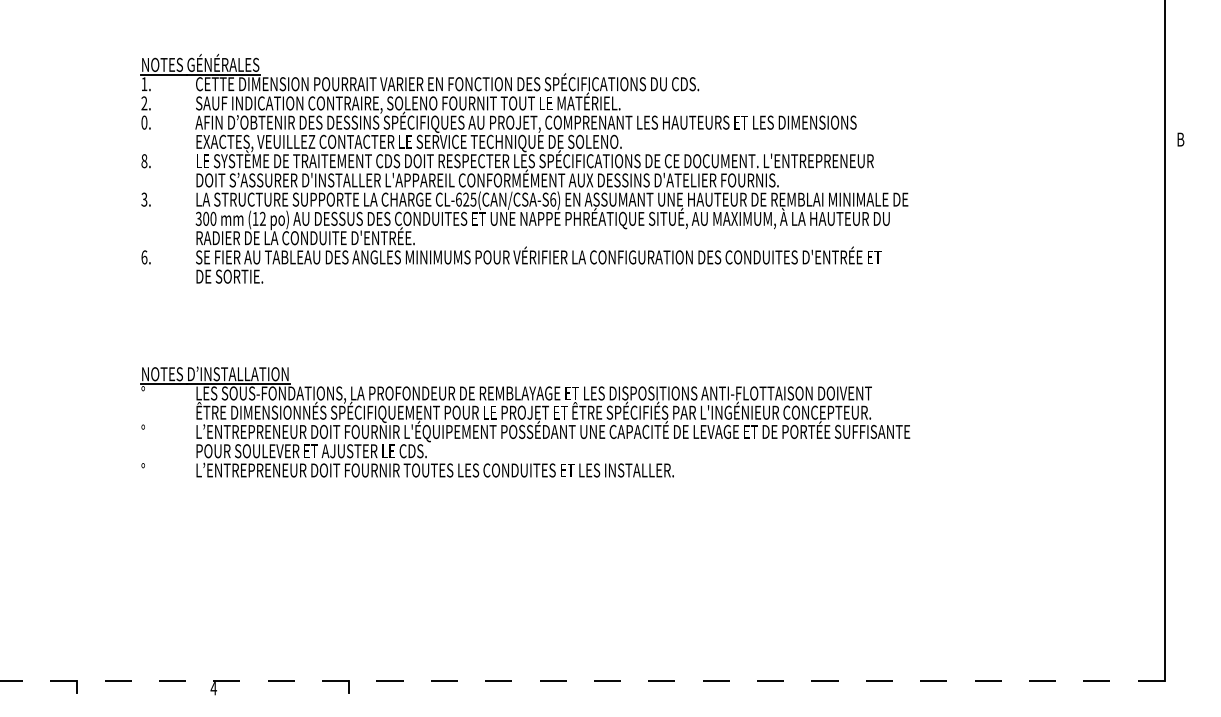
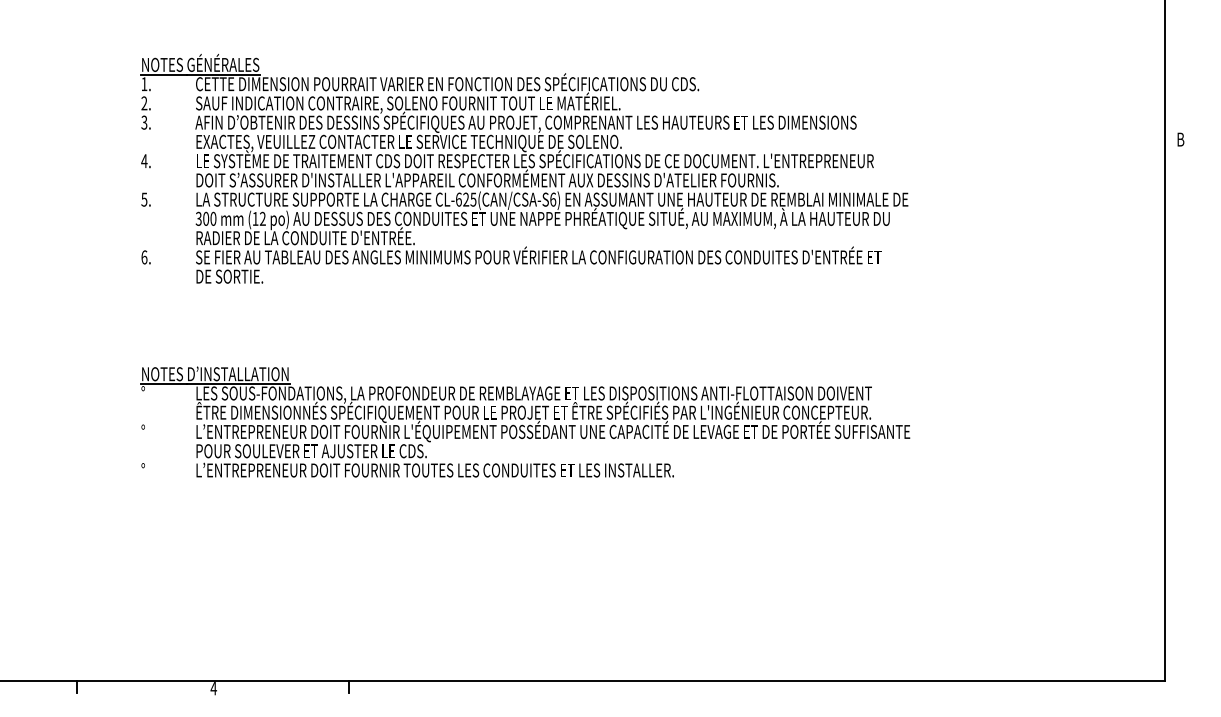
text at (144, 122): 0. -> 3.
text at (144, 161): 8. -> 4.
text at (144, 198): 3. -> 5.
line at (582, 680): dashed -> solid
